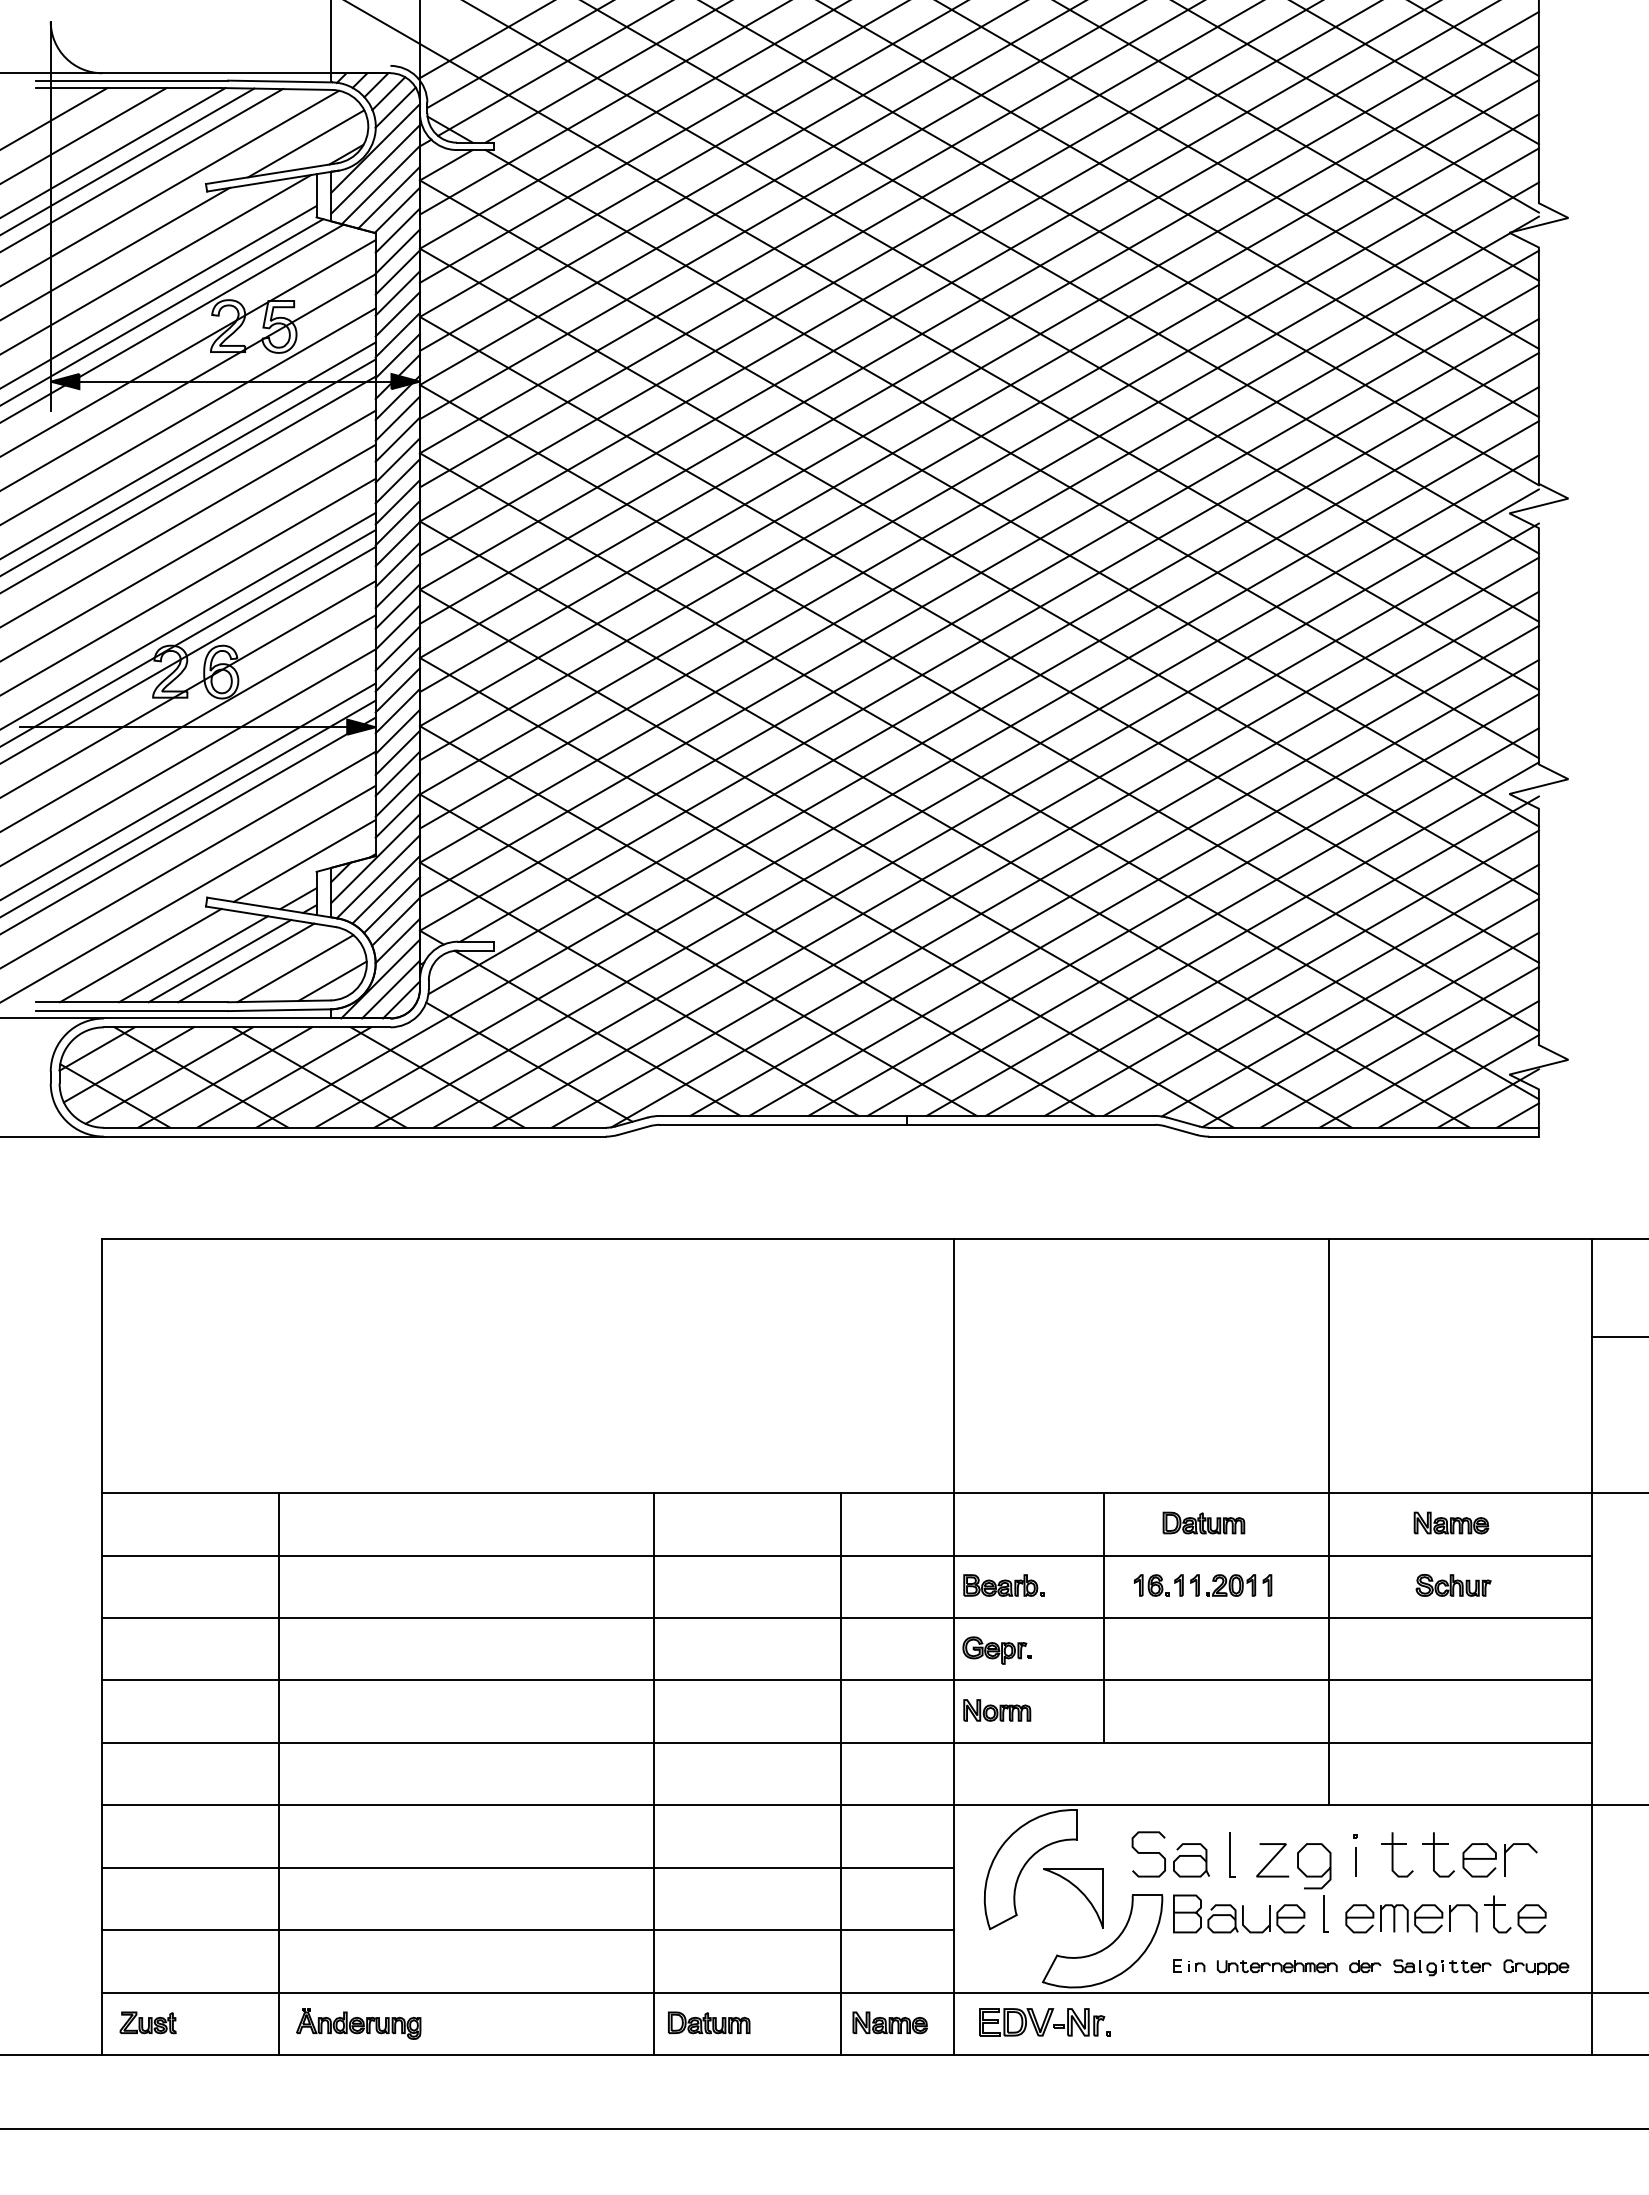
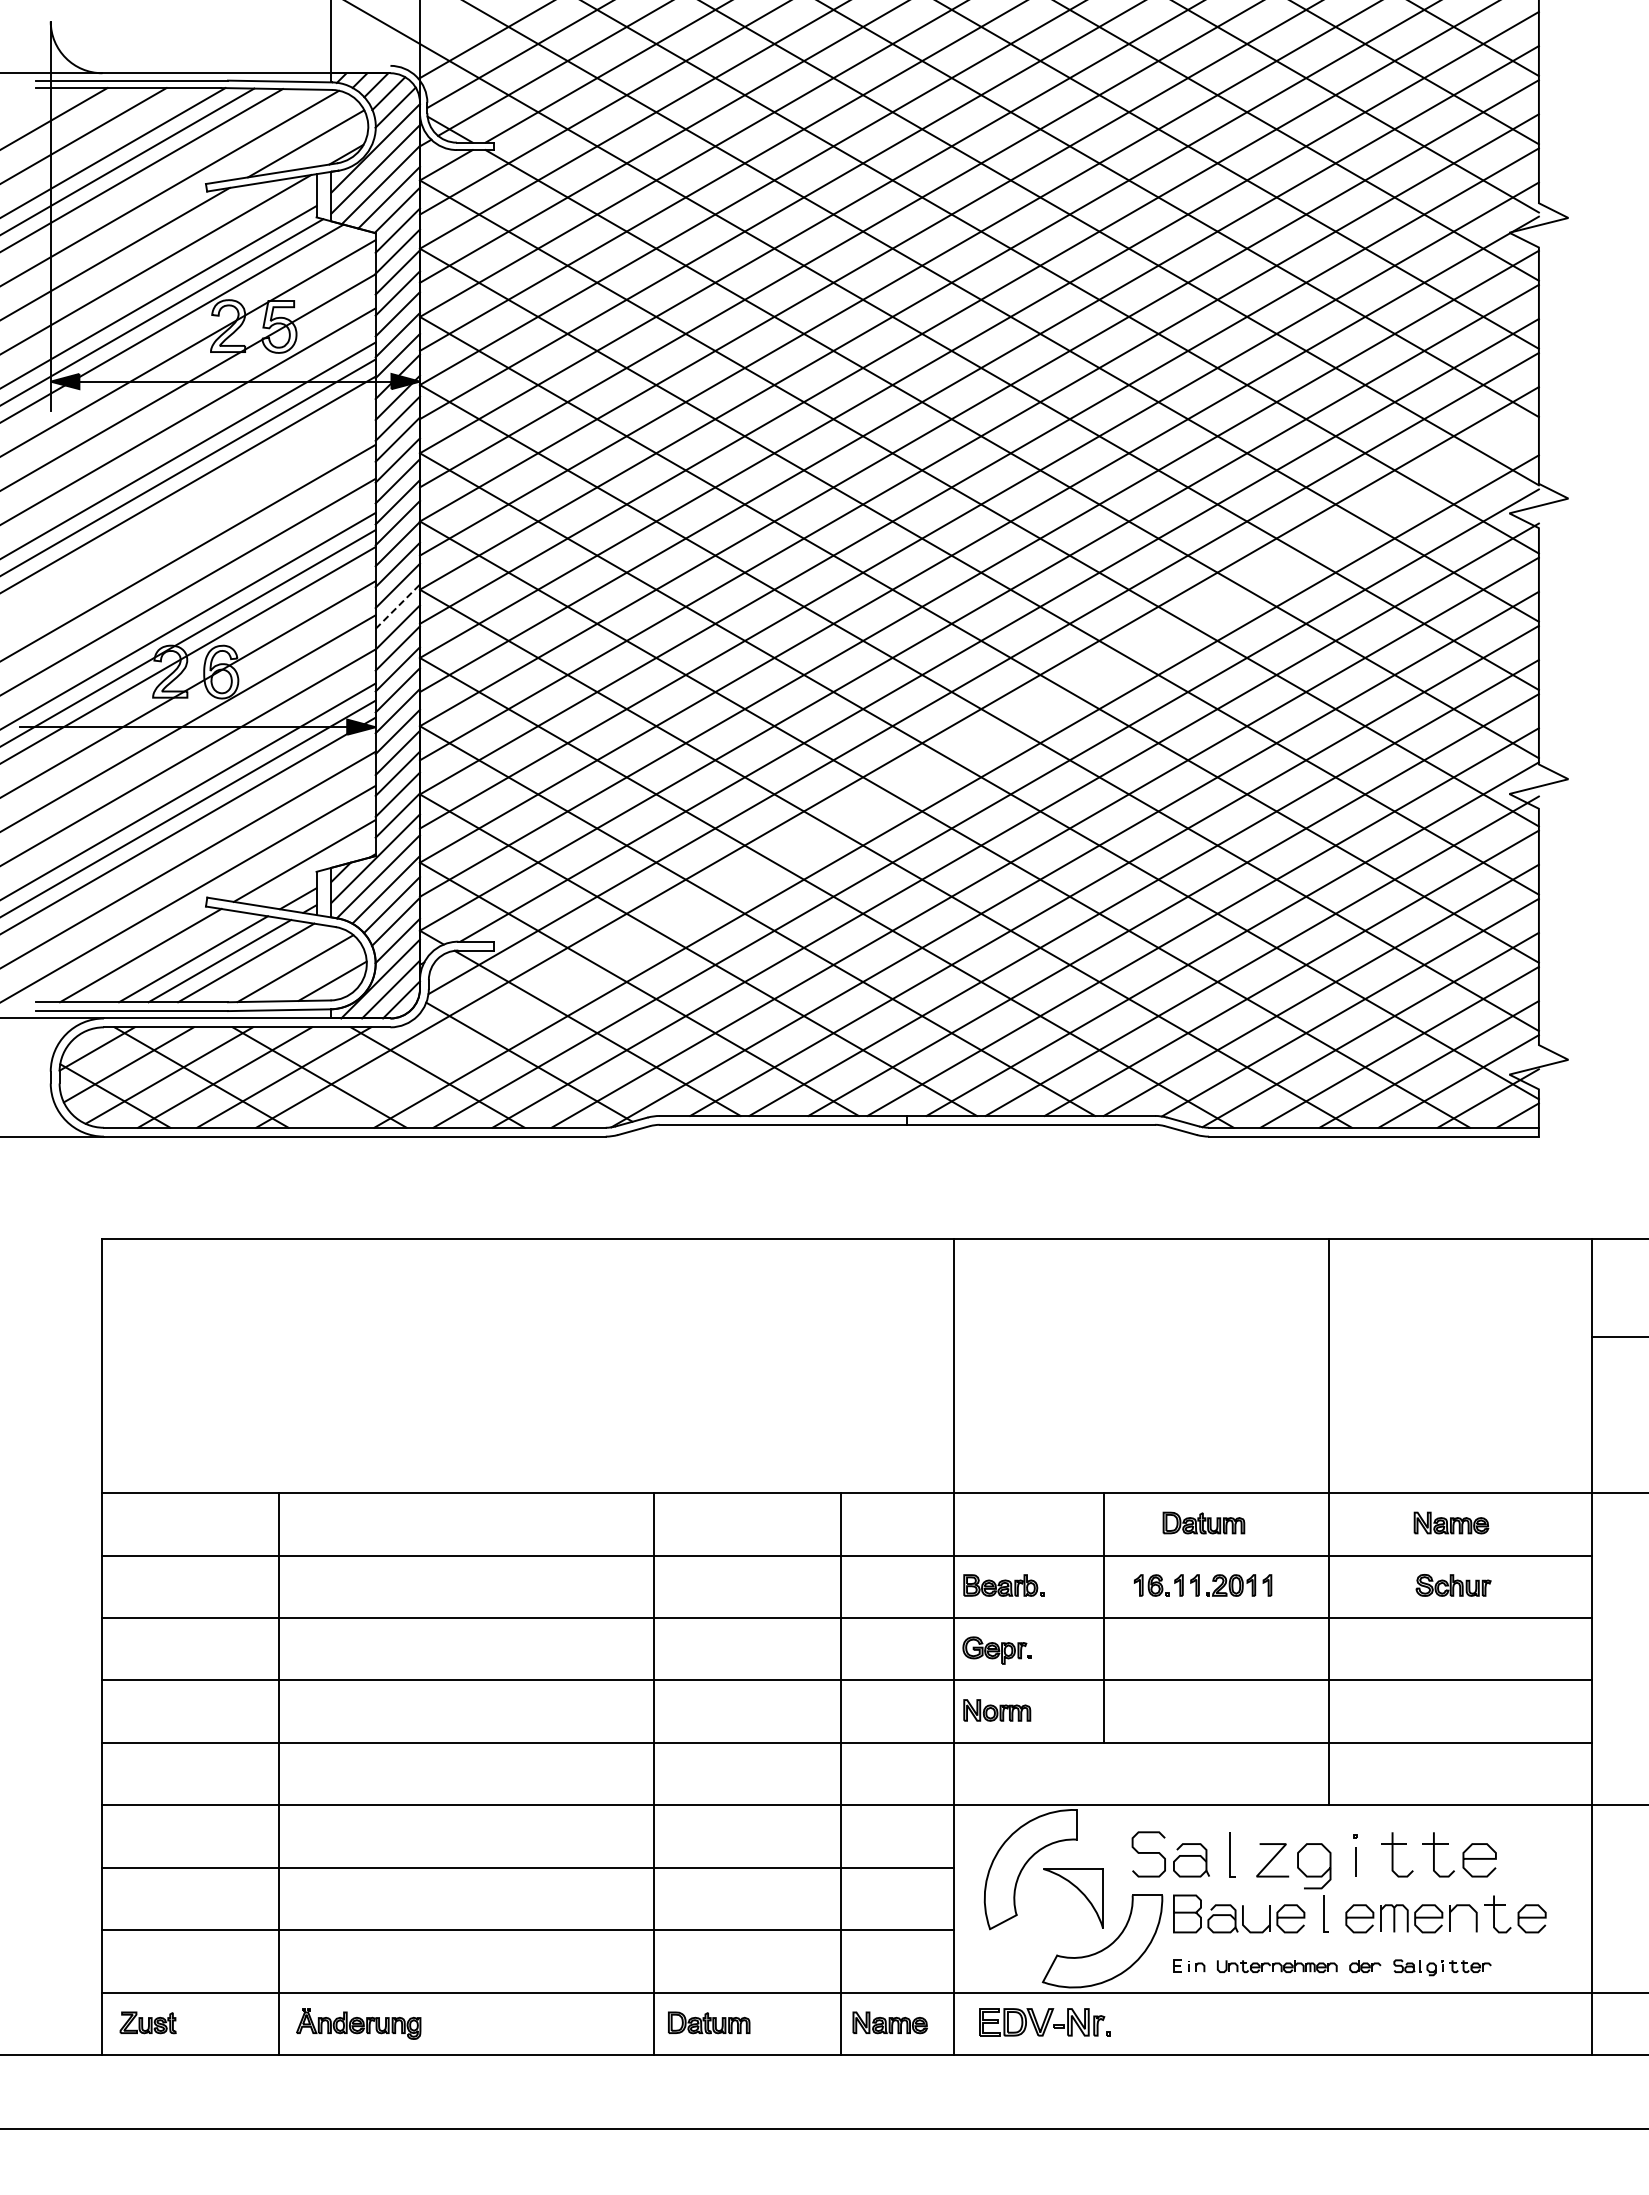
line at (188, 518): present -> none
line at (398, 606): solid -> dashed
line at (926, 774): present -> none
part at (1510, 1848): present -> none
part at (1536, 1966): present -> none
